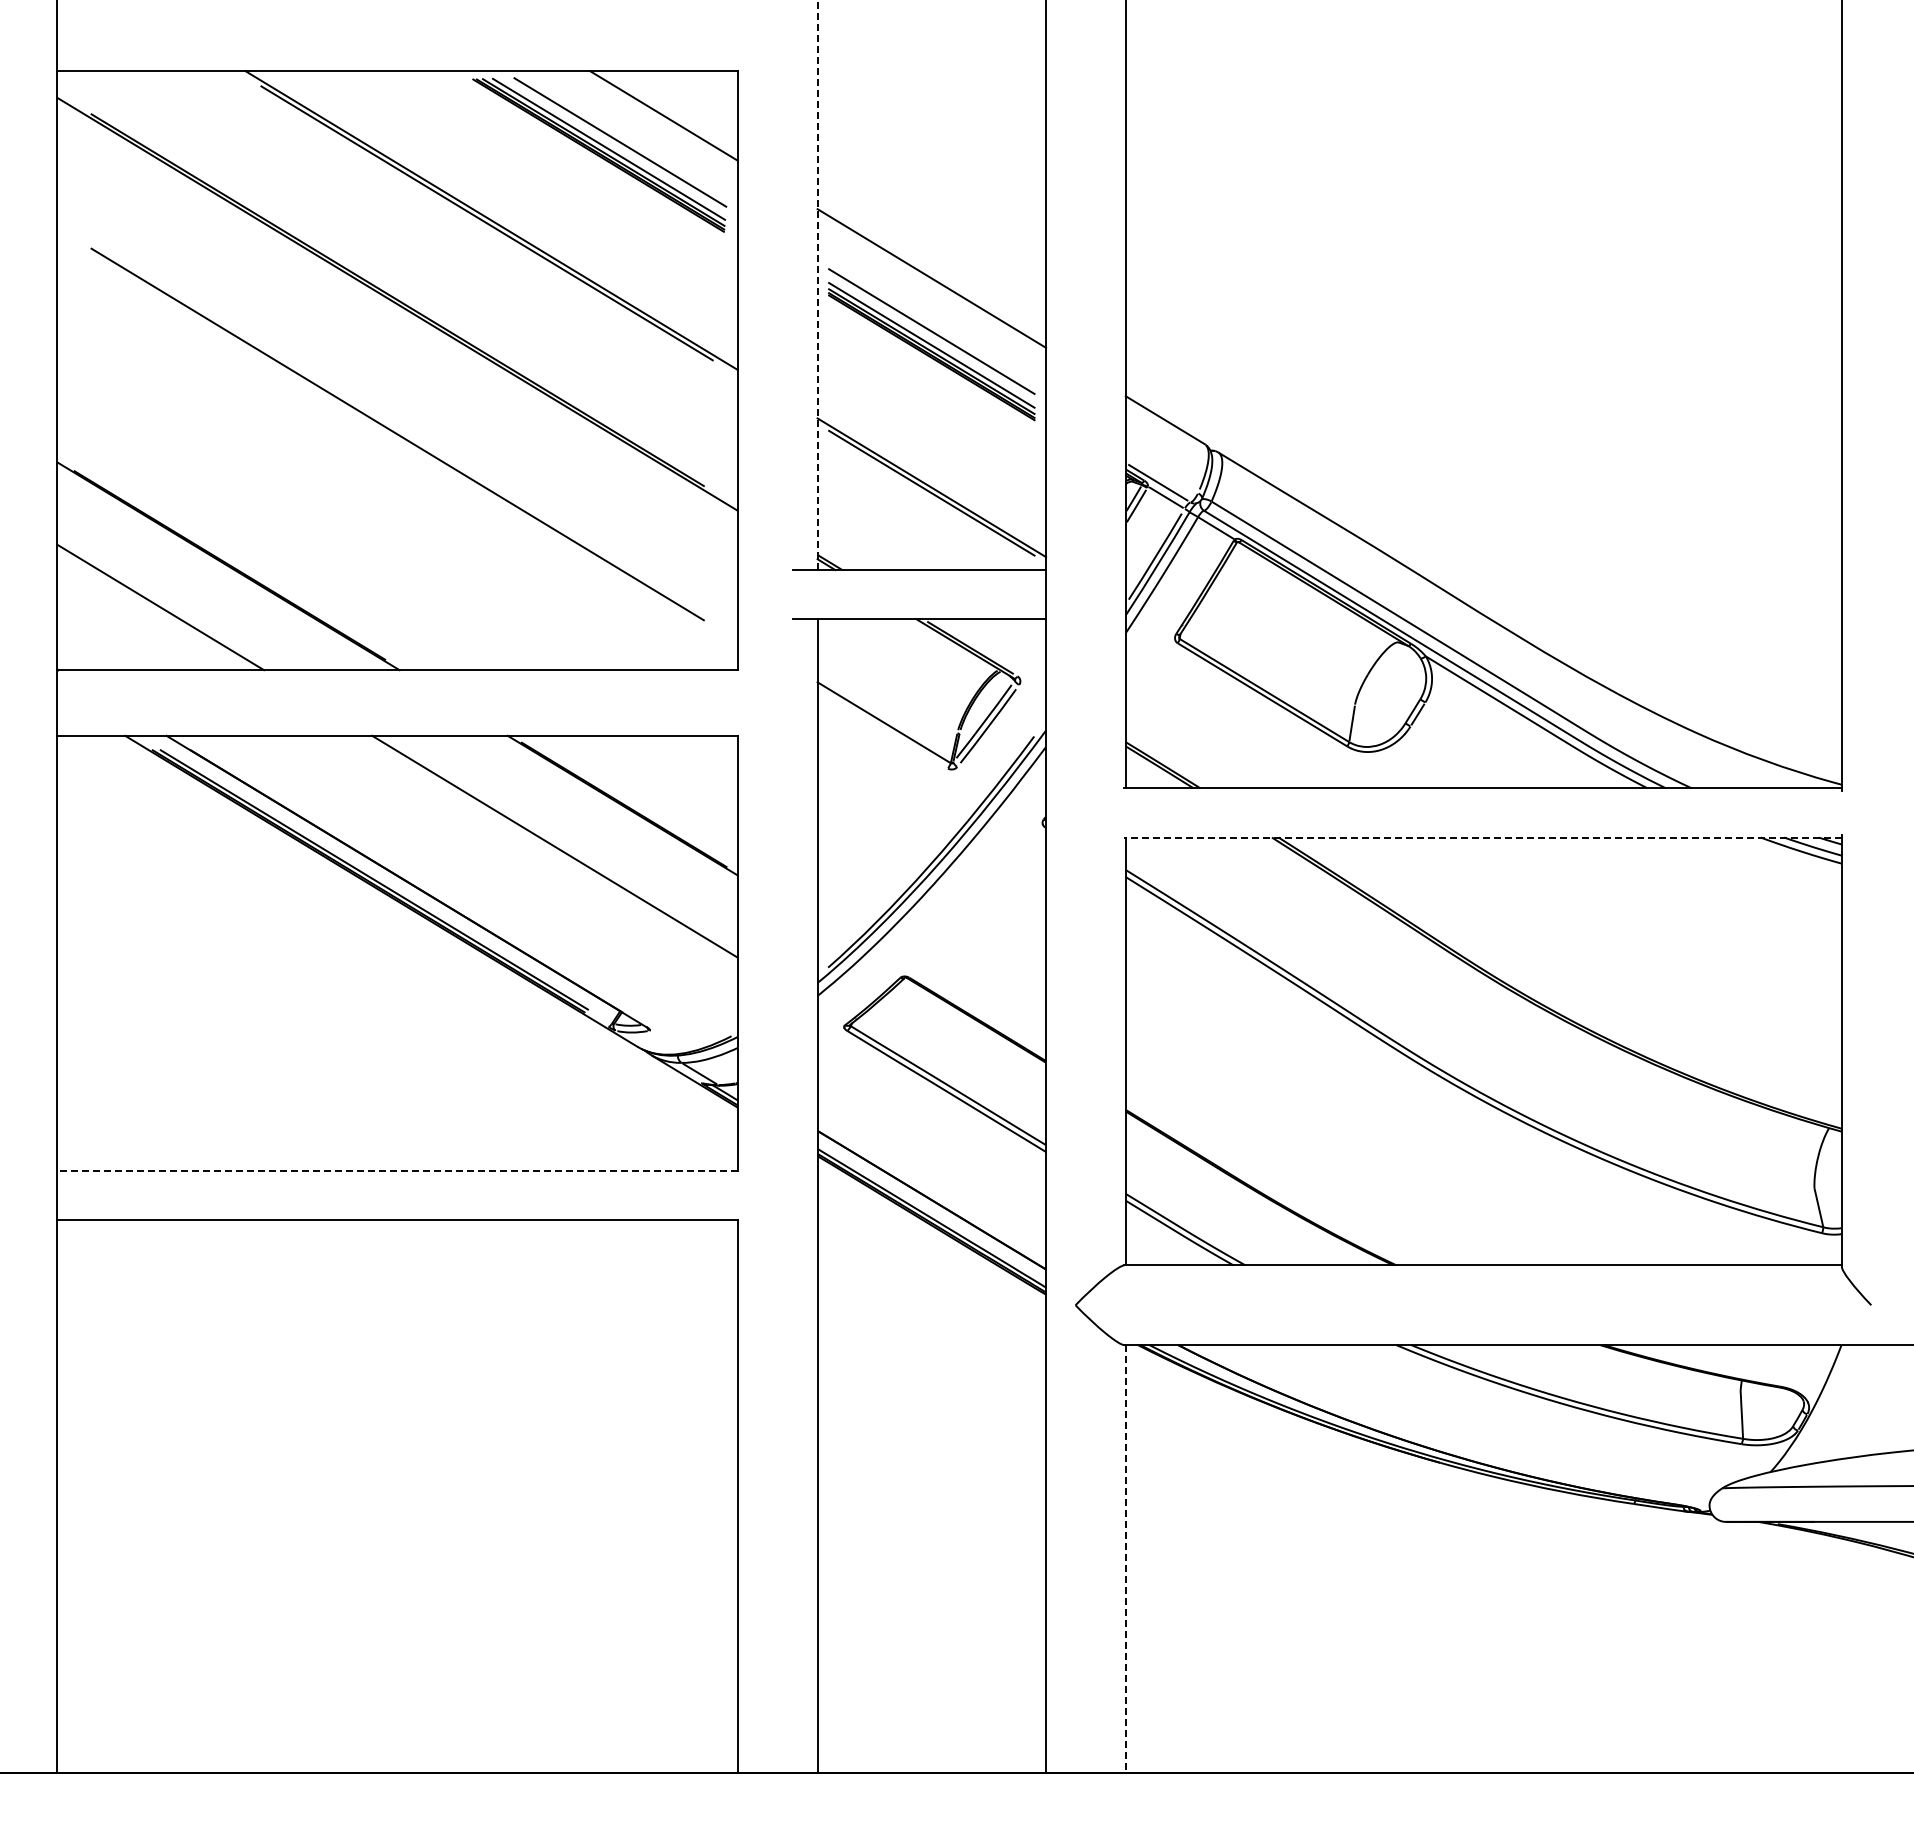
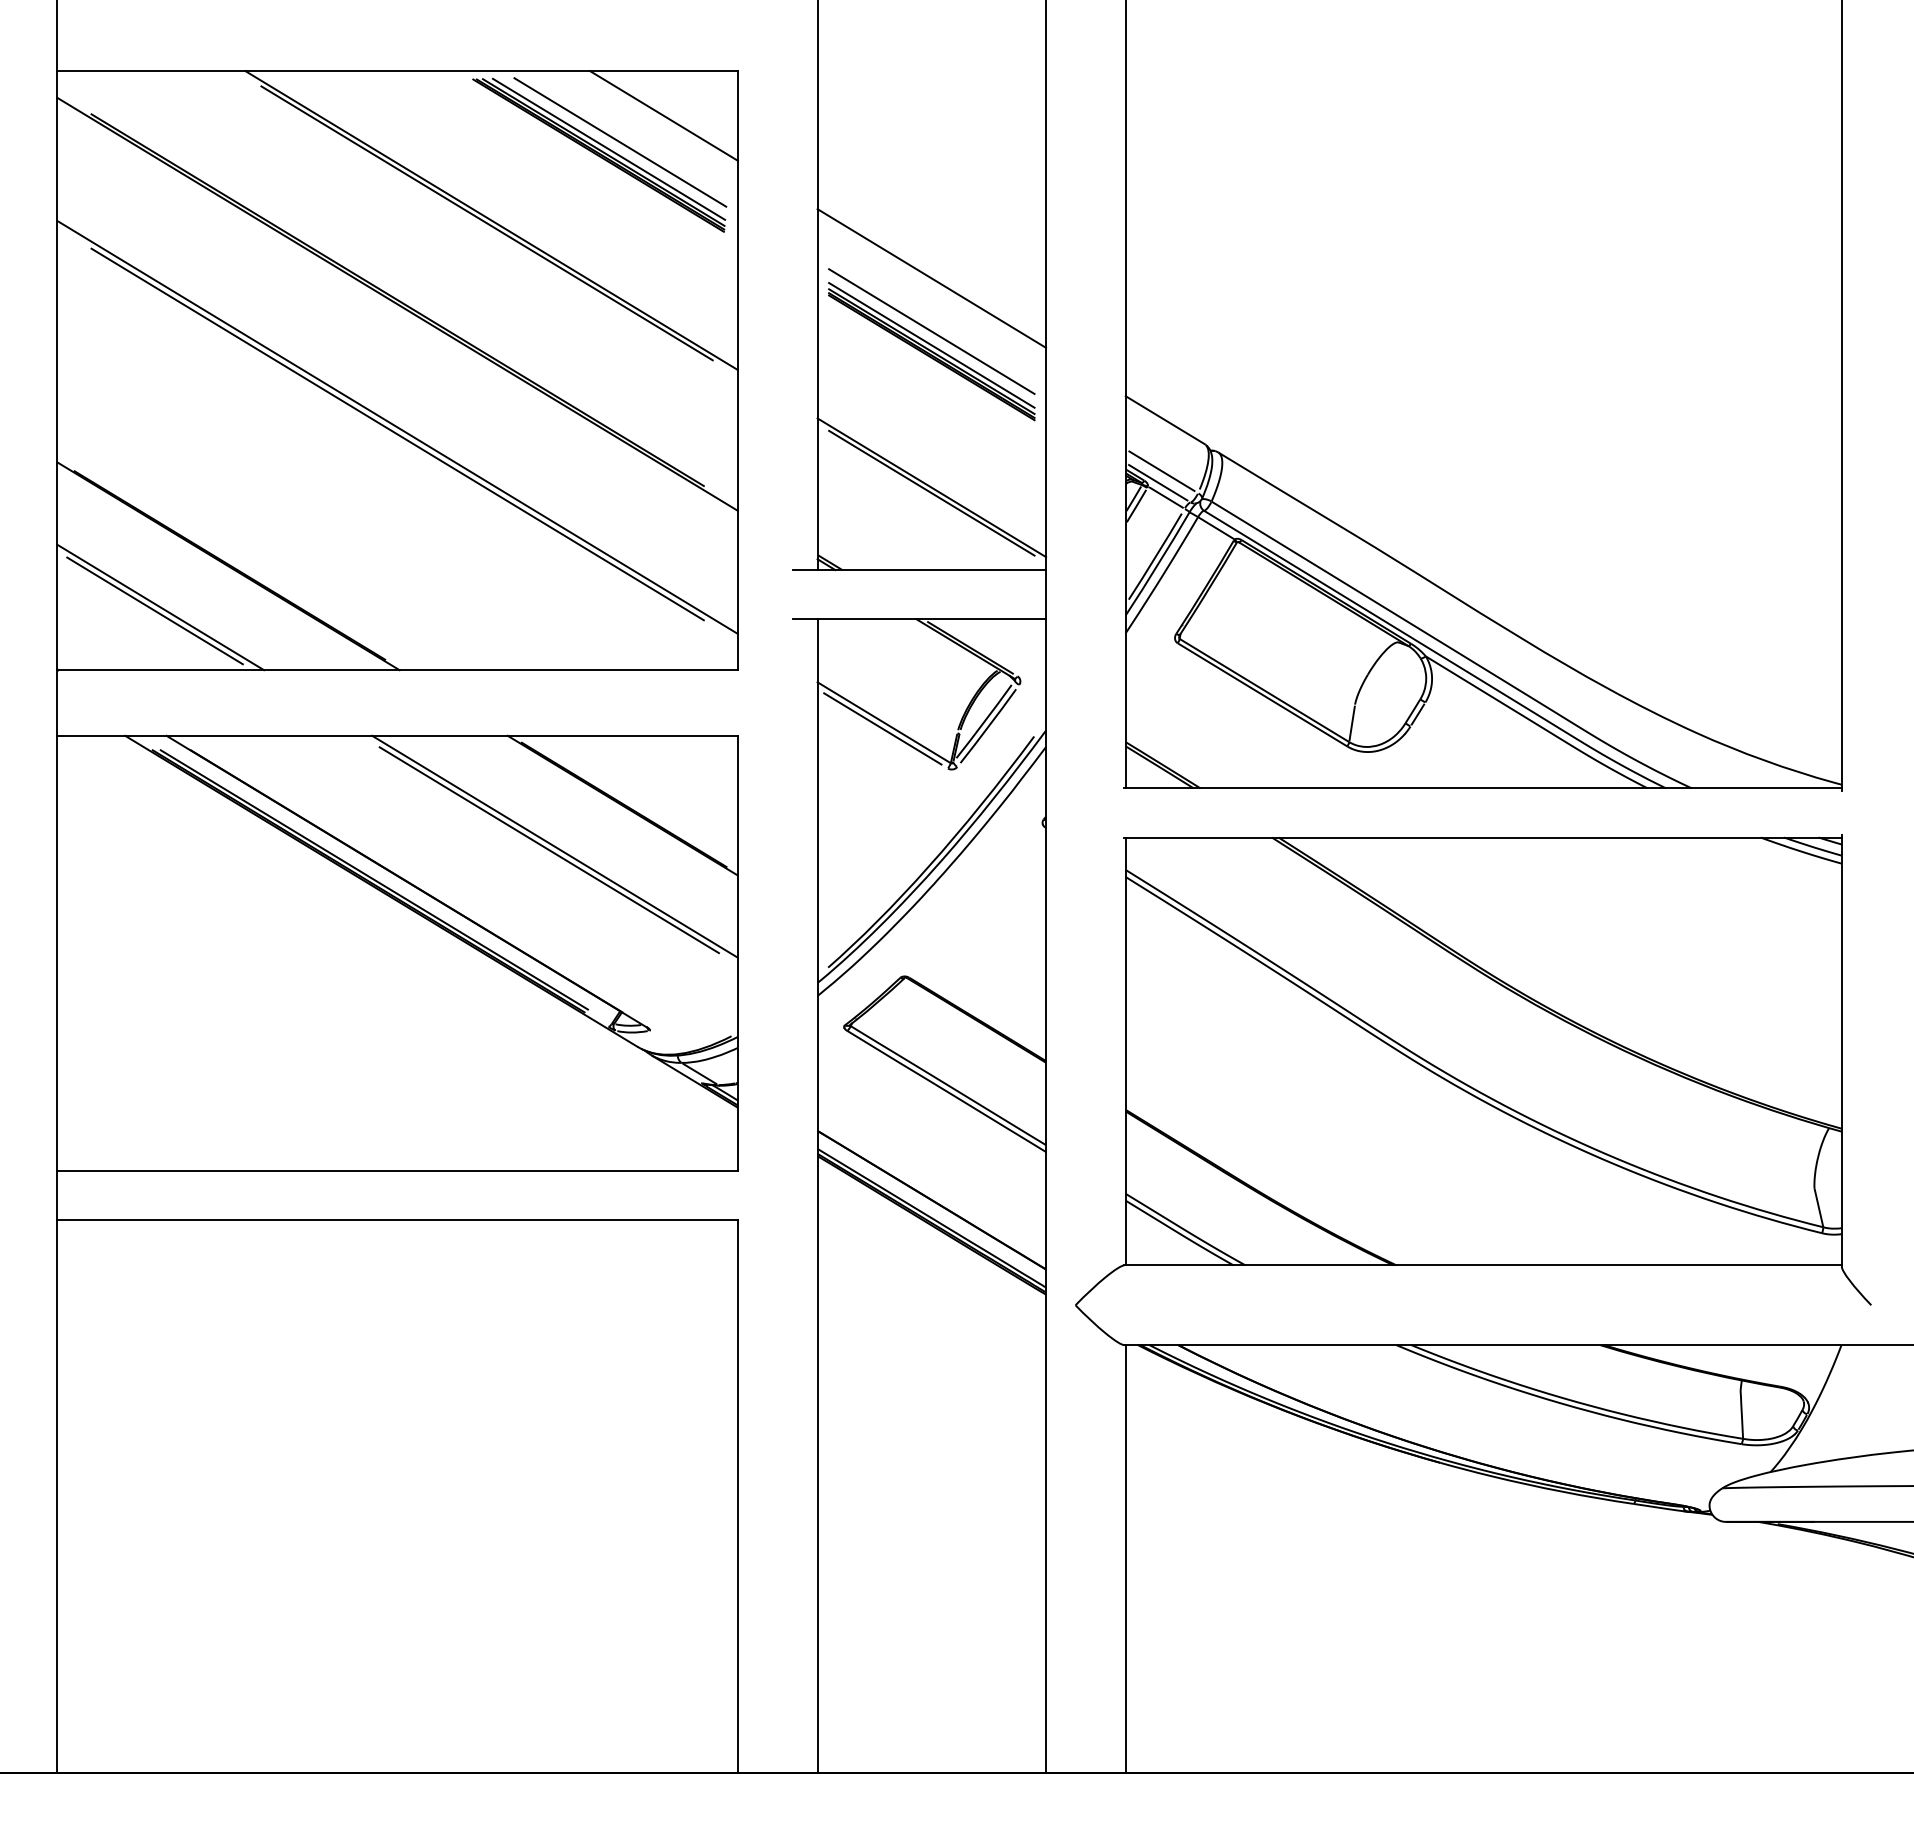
line at (817, 285): dashed -> solid
line at (397, 426): none -> present
line at (1161, 471): none -> present
line at (154, 610): none -> present
line at (882, 728): none -> present
line at (1483, 837): dashed -> solid
line at (548, 850): none -> present
line at (397, 1170): dashed -> solid
line at (1125, 1559): dashed -> solid
